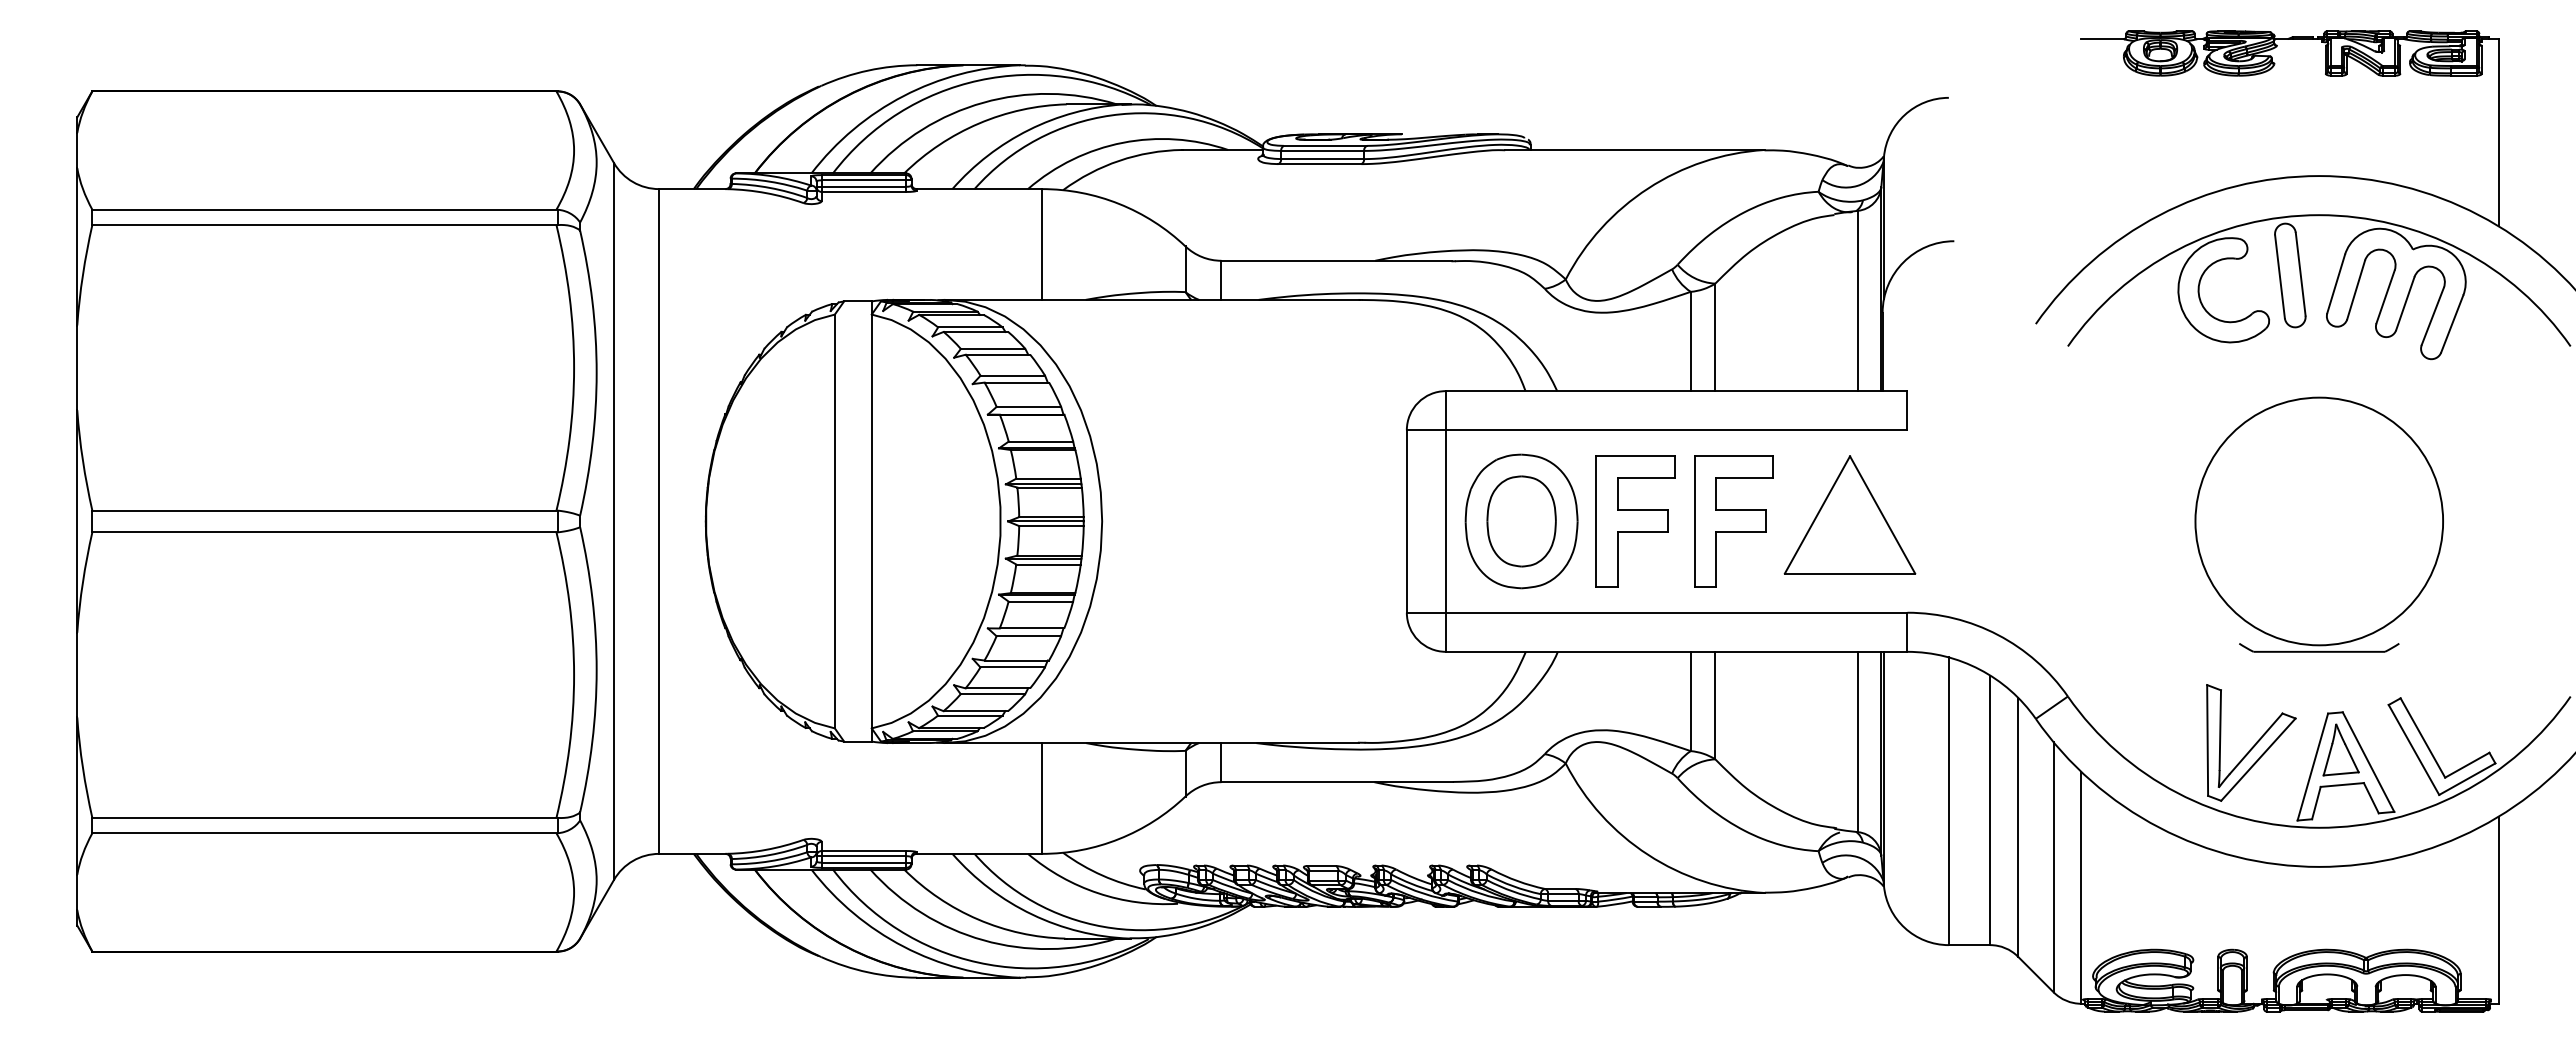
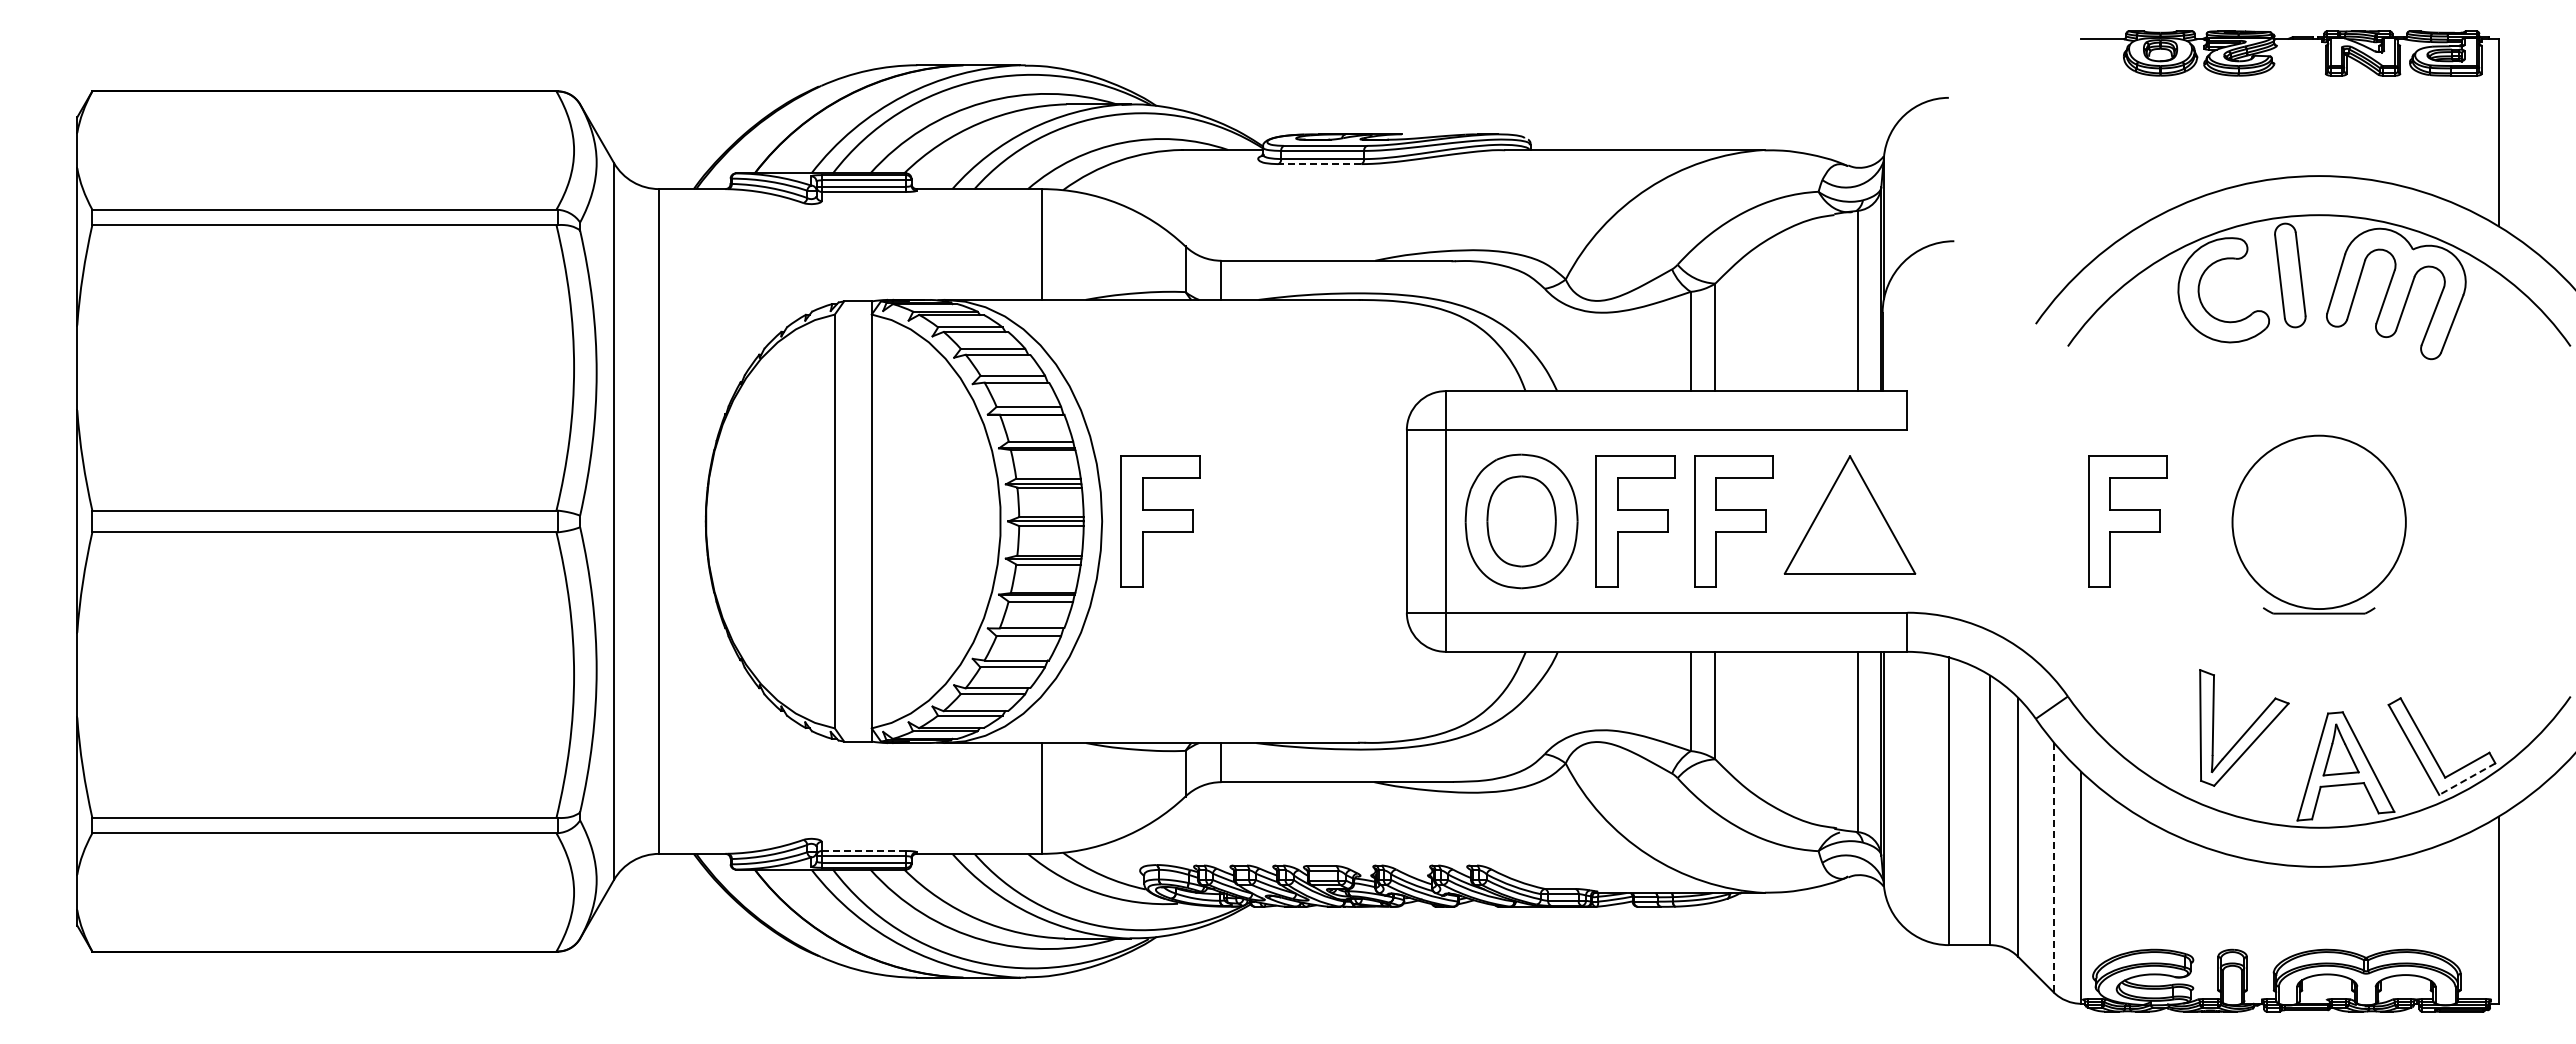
line at (1319, 164): solid -> dashed
part at (1160, 521): none -> present
part at (2127, 521): none -> present
part at (2318, 524) size: 250x257 px -> 176x181 px
part at (2251, 742) position: (2251, 742) -> (2244, 727)
line at (2466, 779): solid -> dashed
line at (864, 851): solid -> dashed
line at (2053, 866): solid -> dashed
